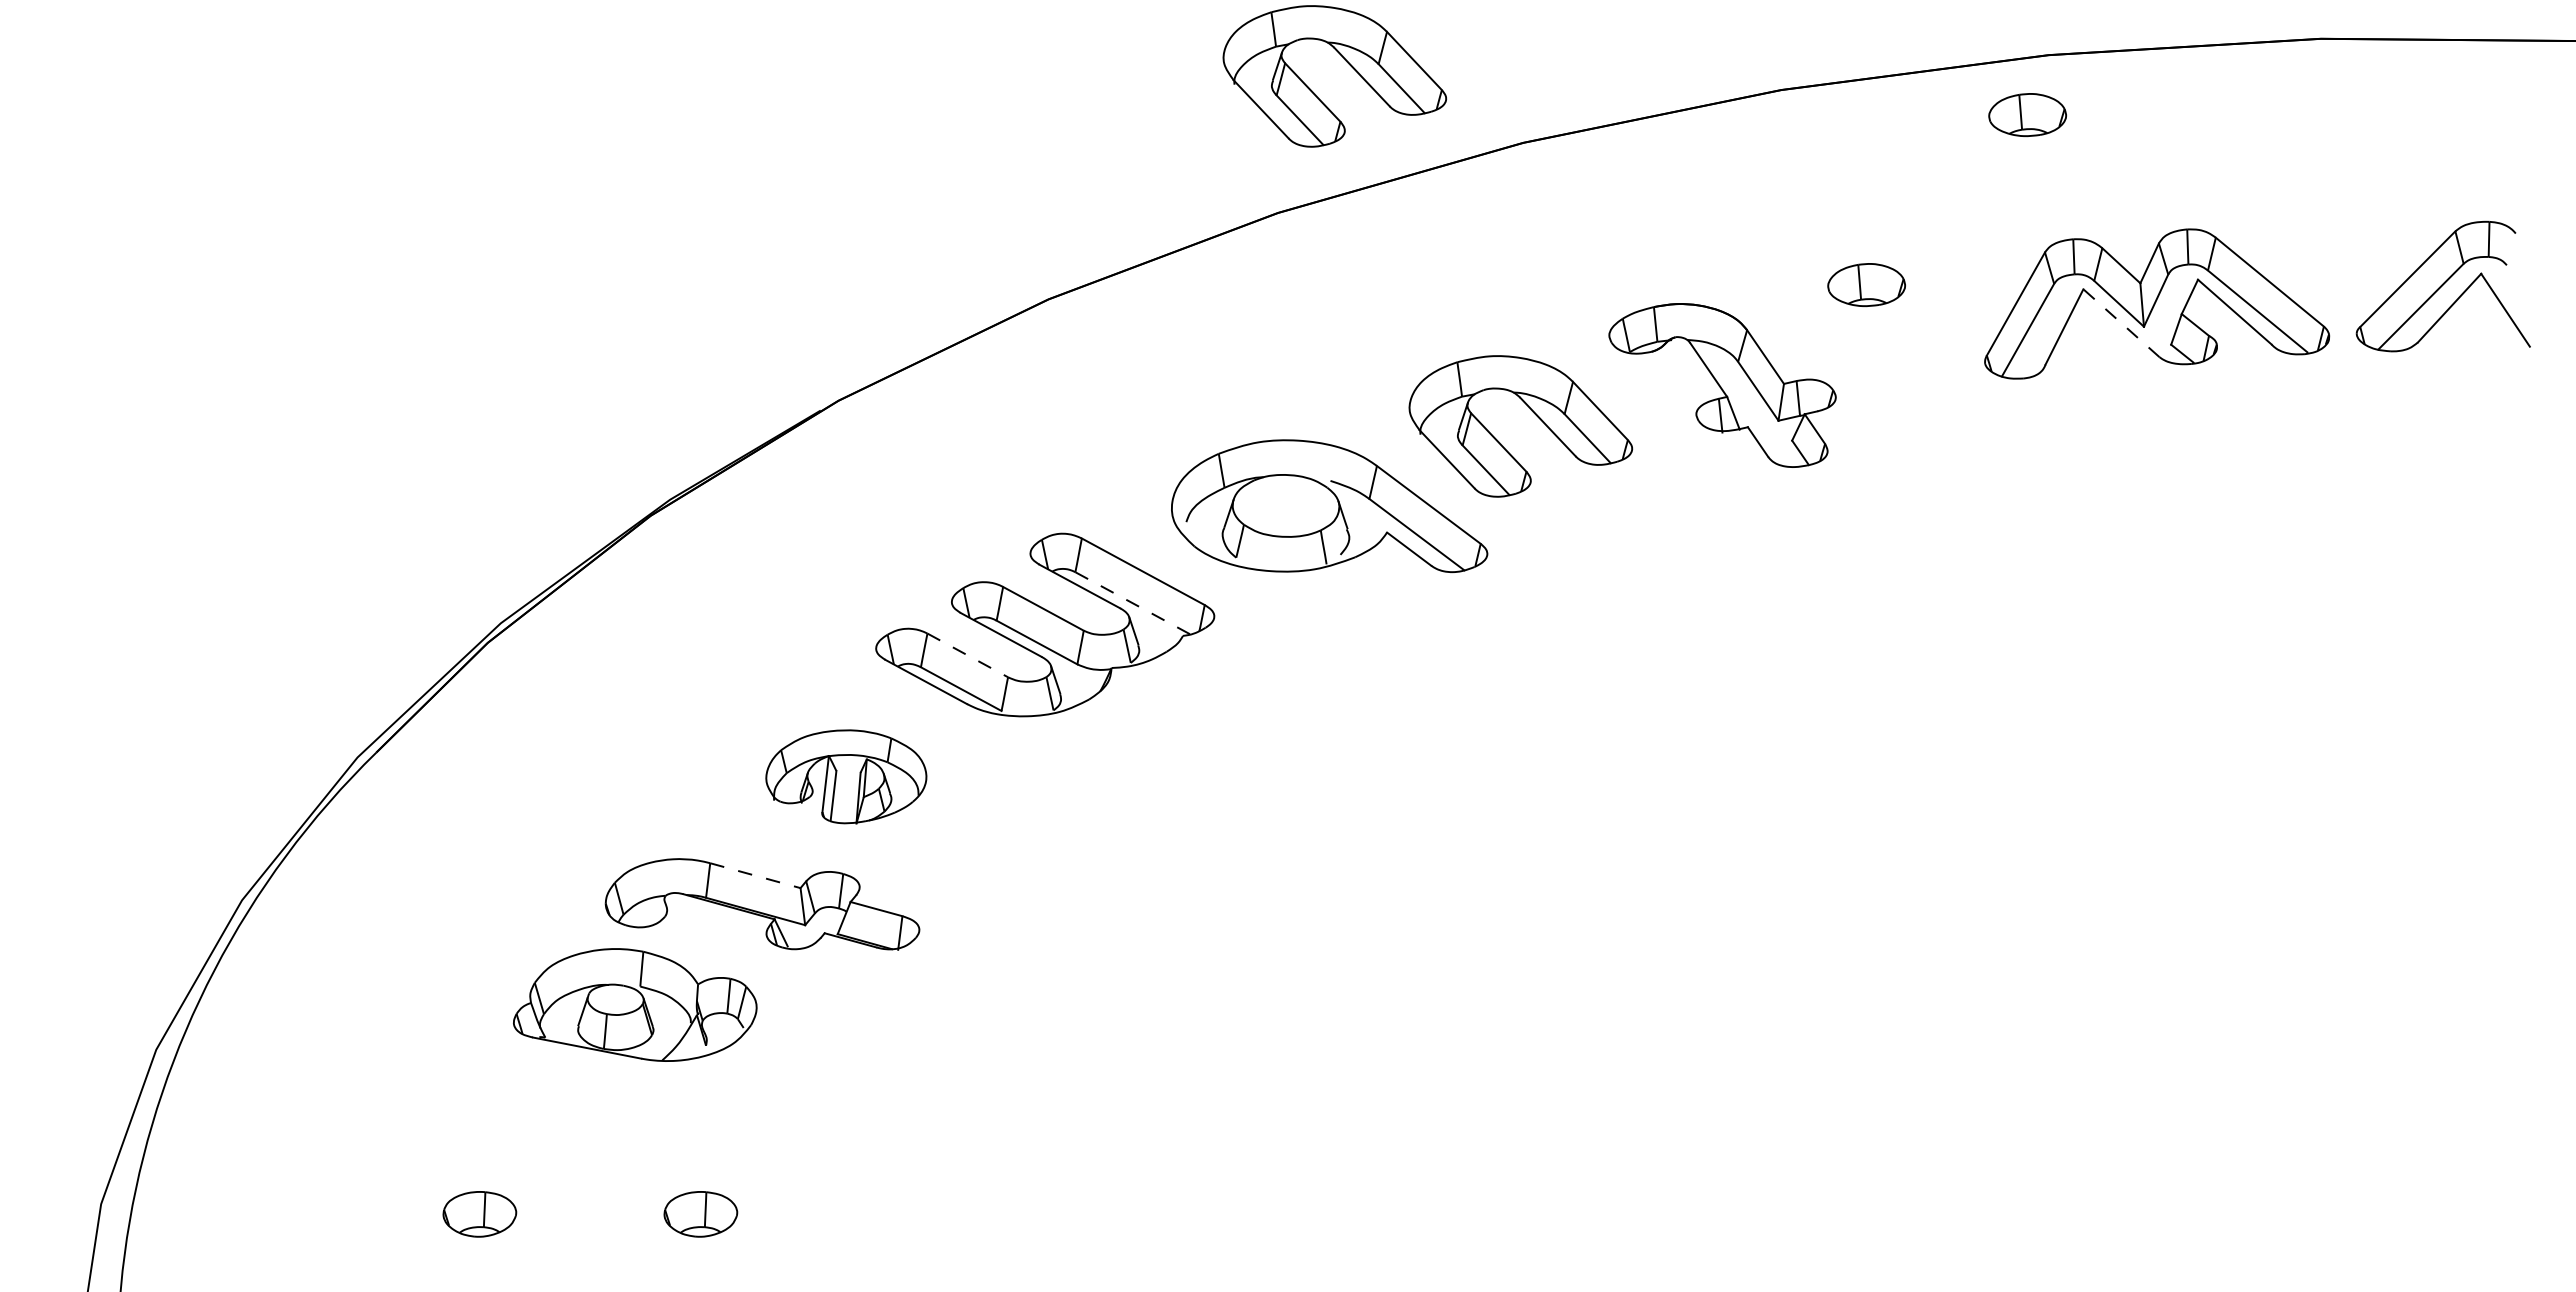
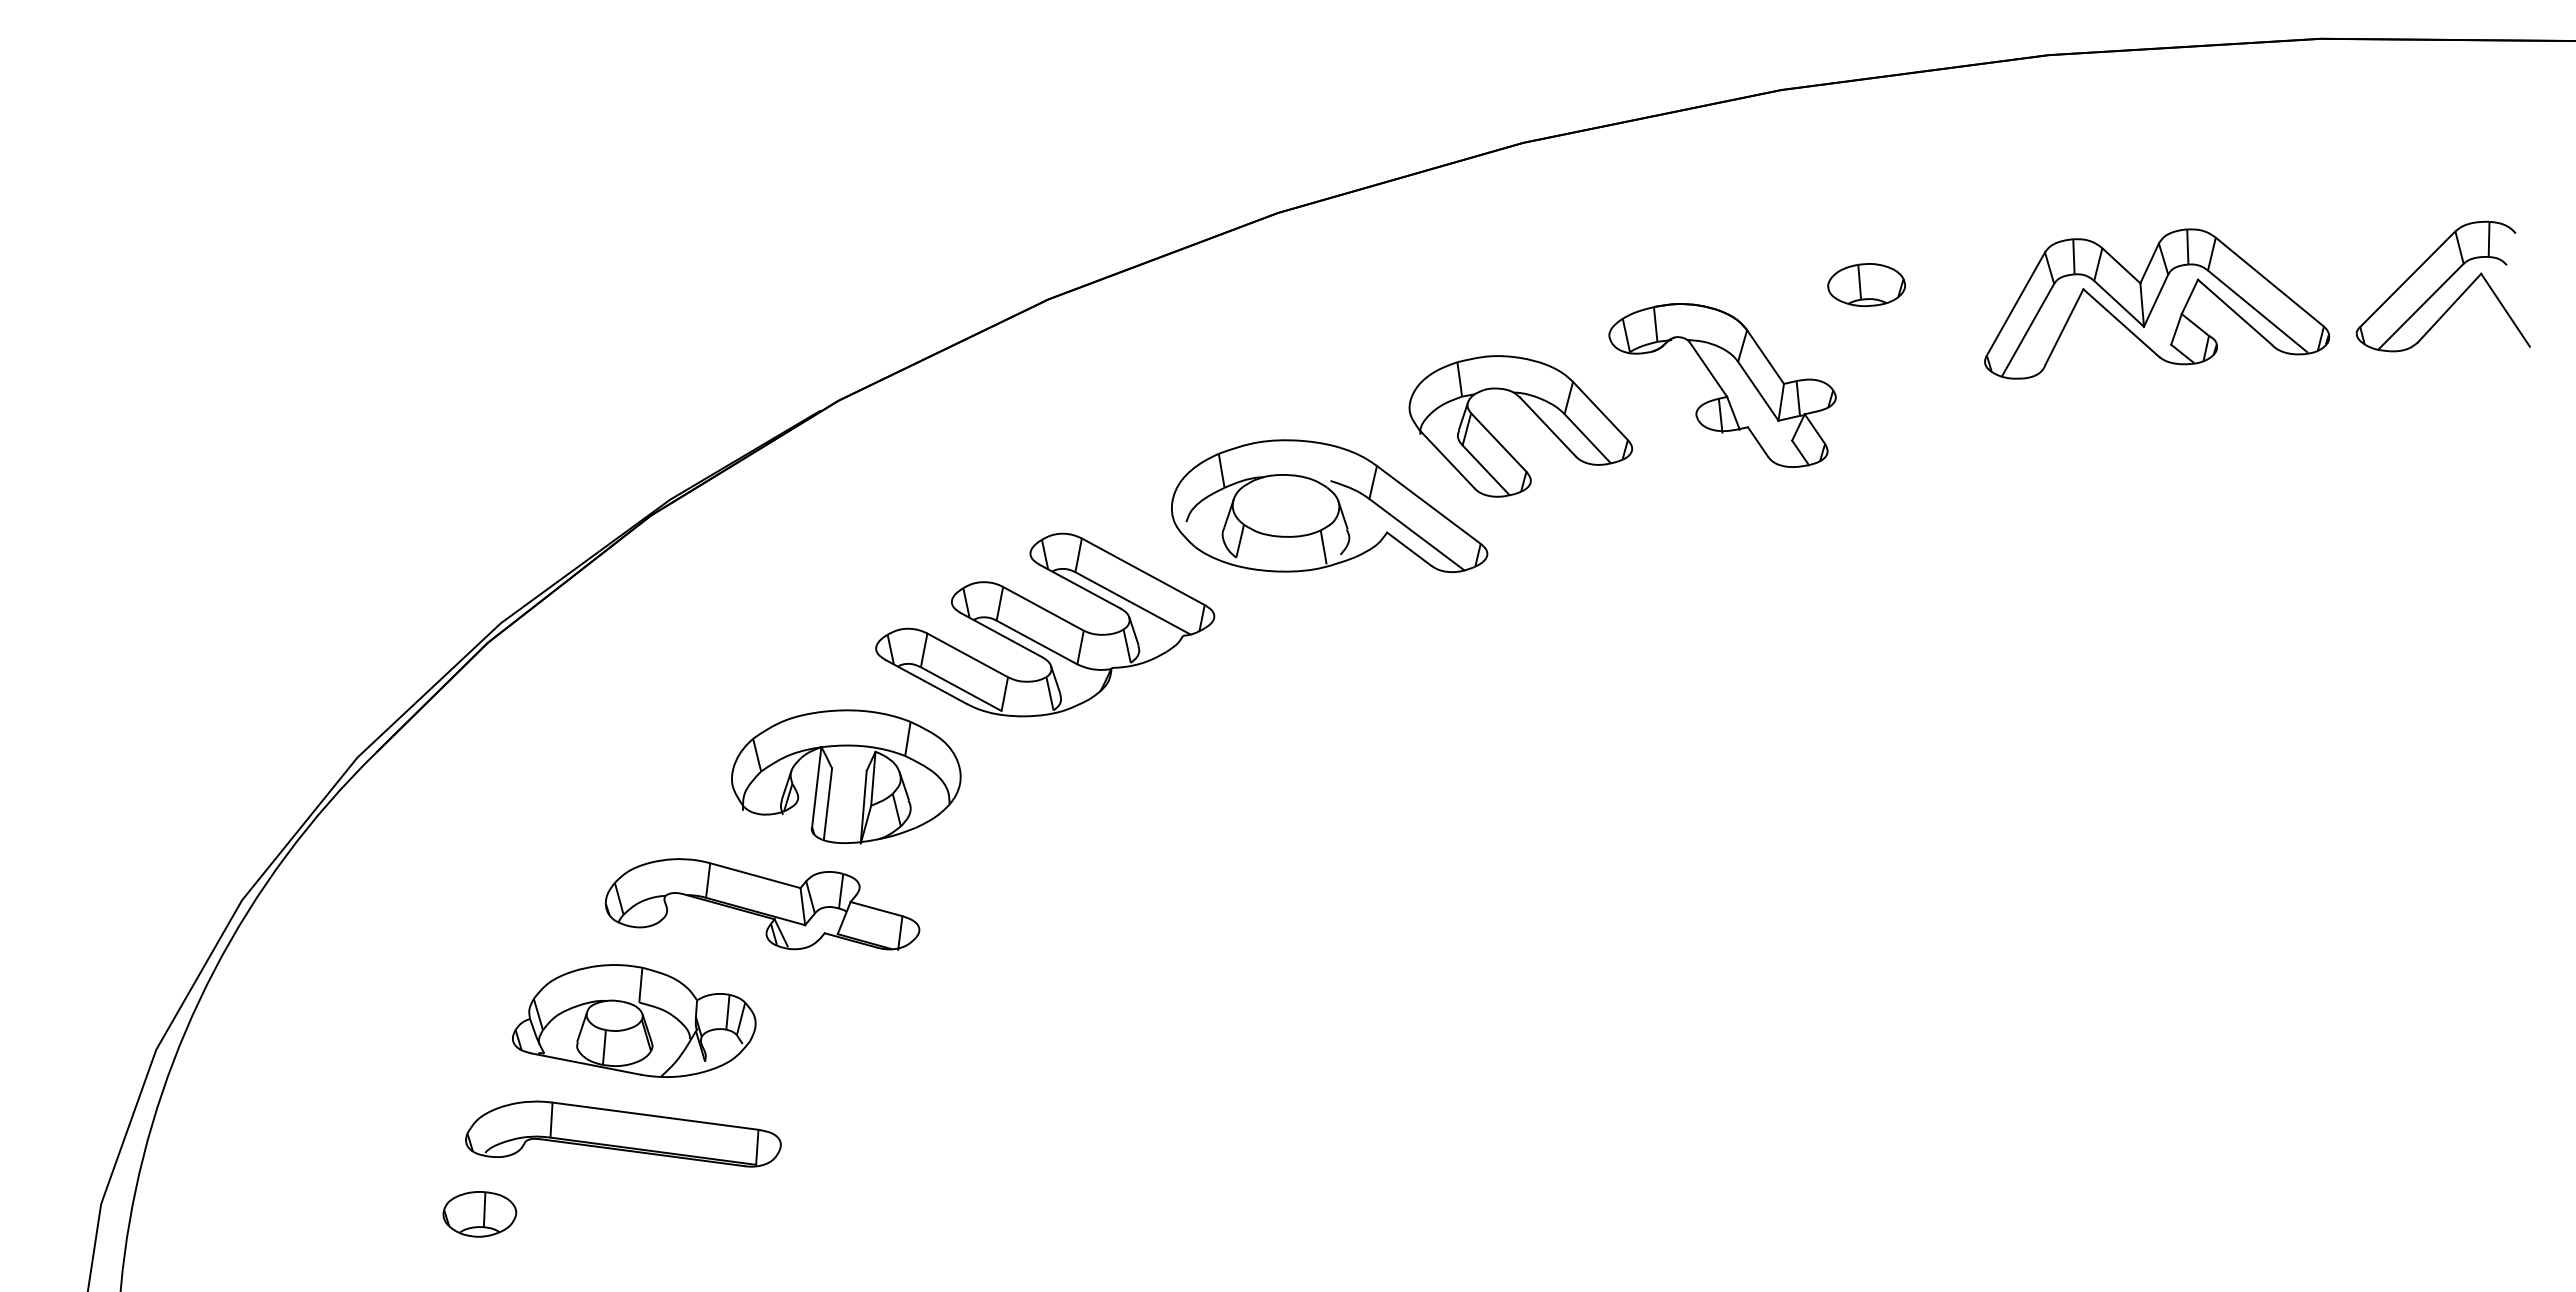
part at (1347, 63): present -> none
part at (2027, 115): present -> none
line at (2121, 323): dashed -> solid
line at (1133, 603): dashed -> solid
line at (967, 655): dashed -> solid
part at (846, 776) size: 163x96 px -> 231x136 px
line at (755, 875): dashed -> solid
part at (635, 1004) position: (635, 1004) -> (634, 1020)
part at (623, 1133): none -> present
part at (700, 1214): present -> none
